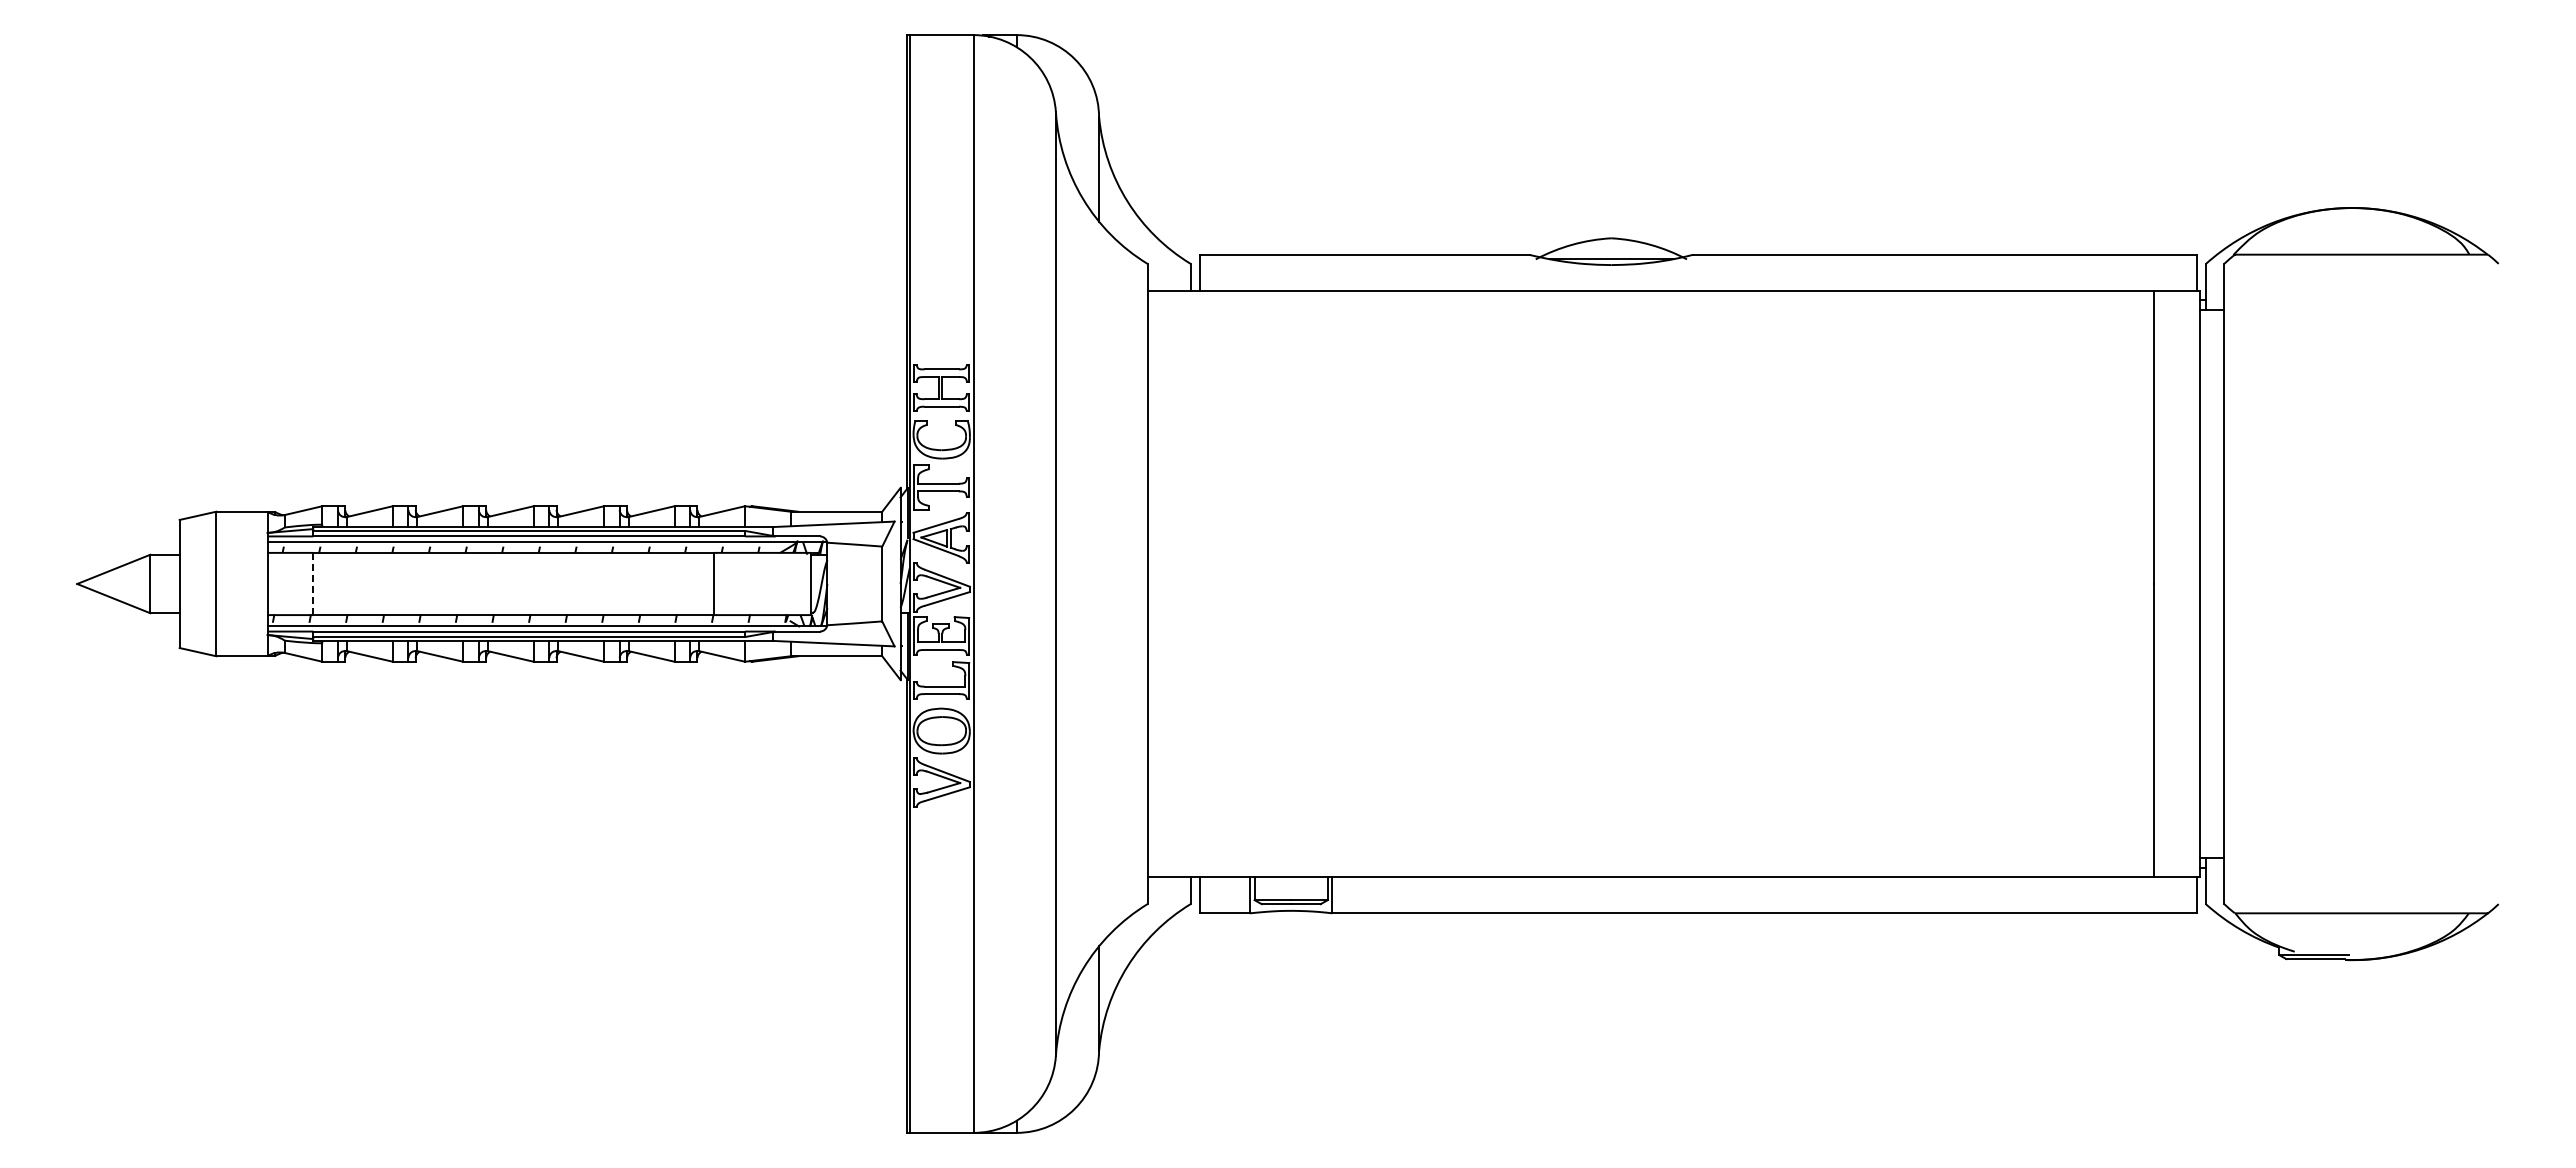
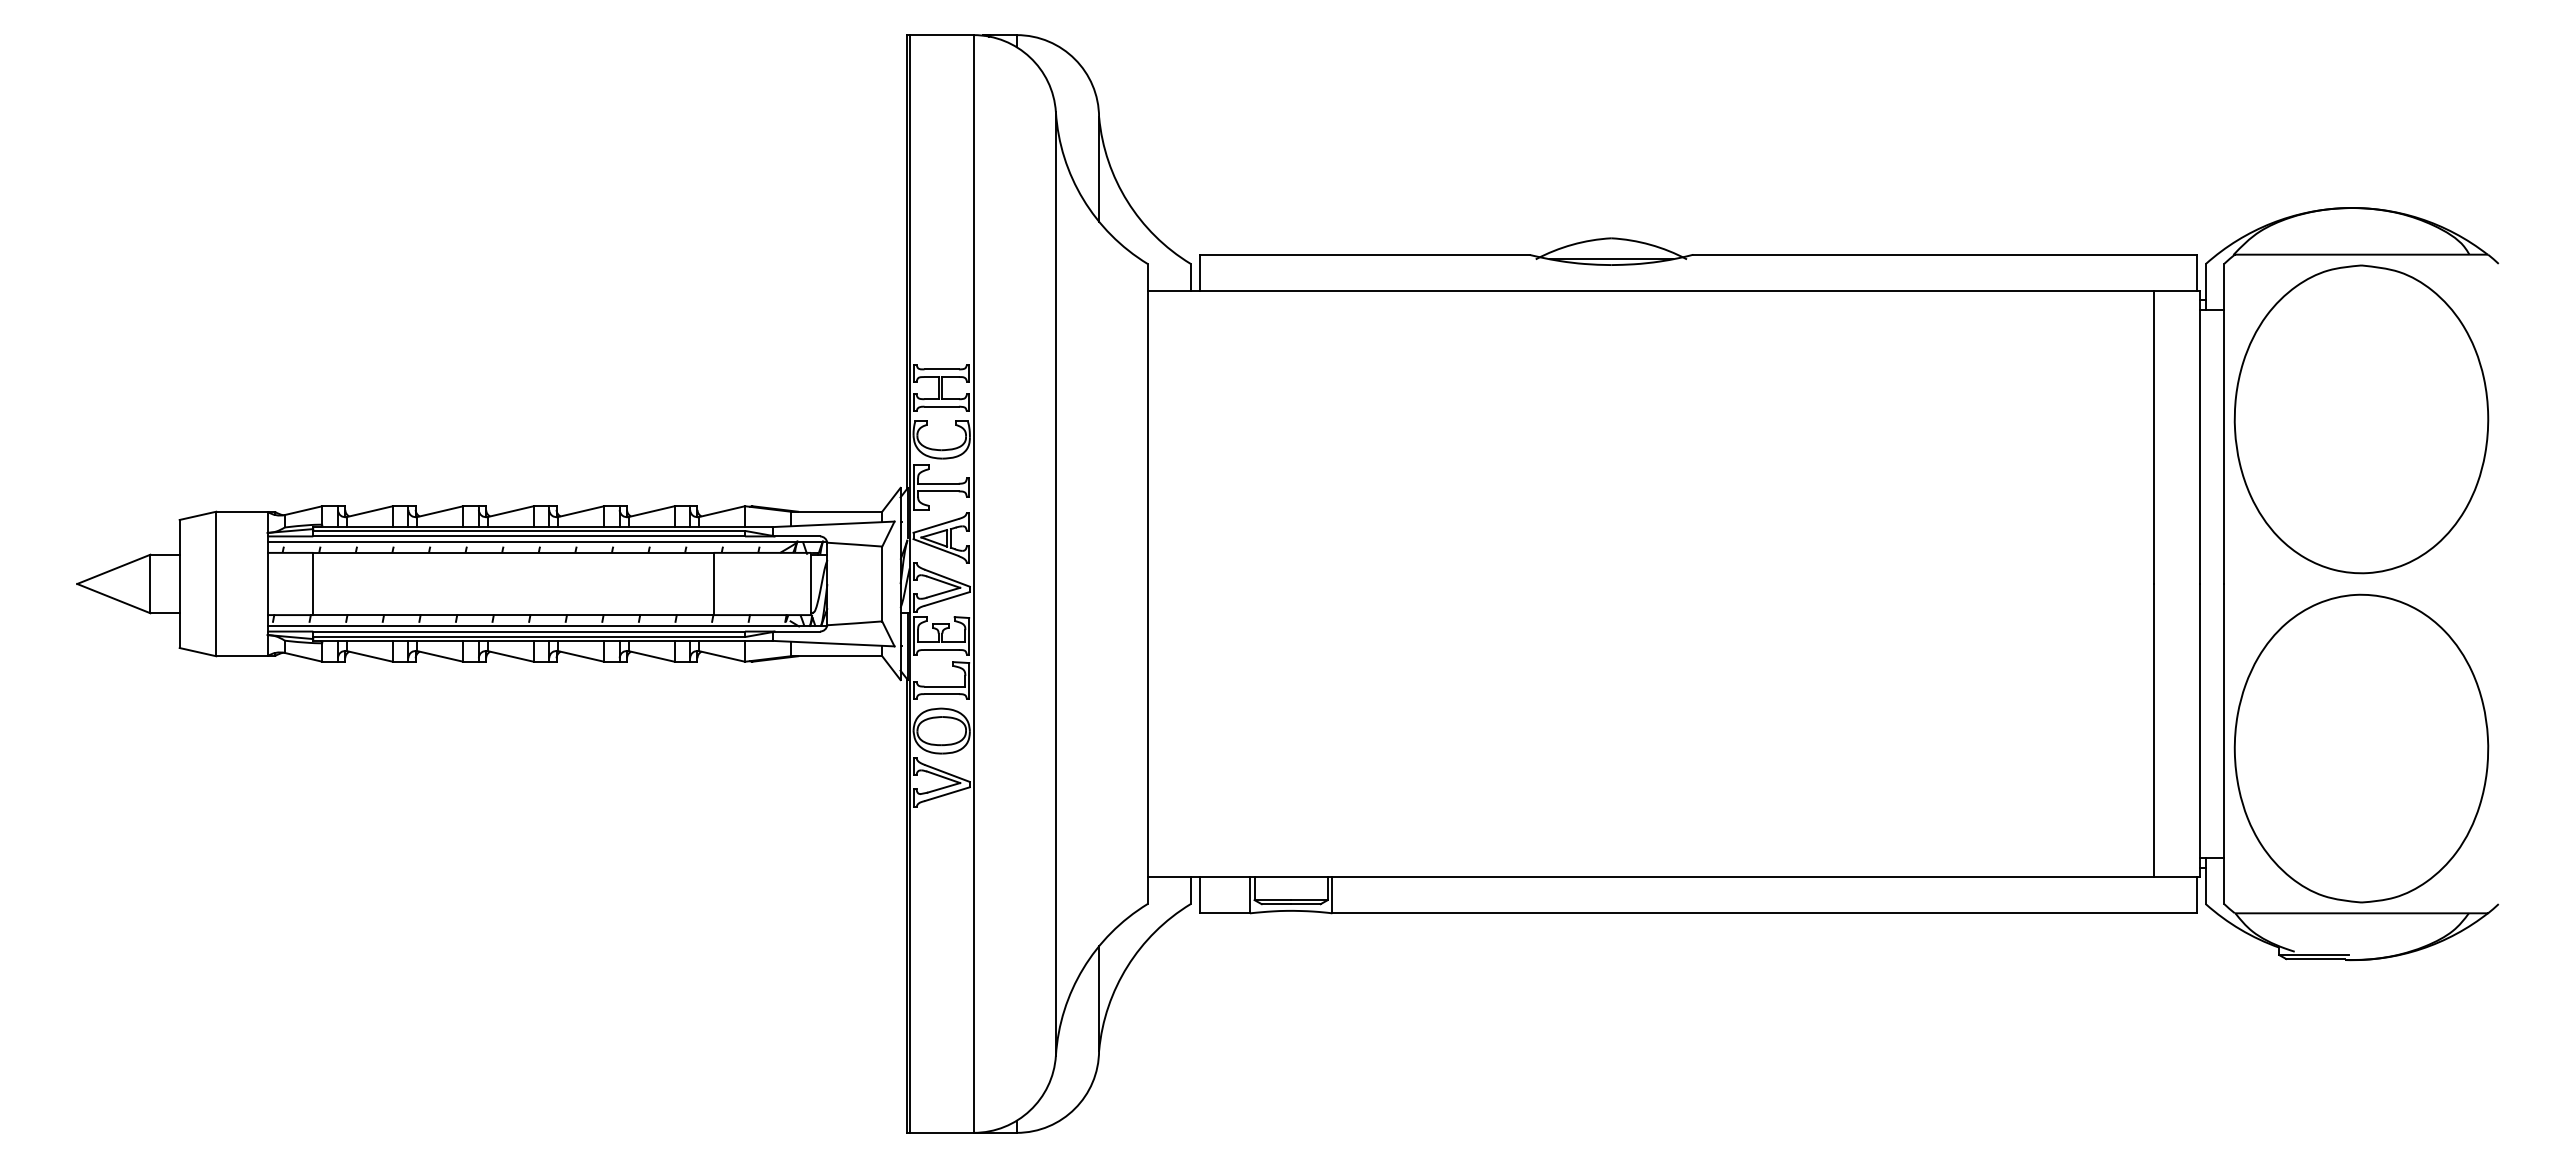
part at (2361, 419): none -> present
line at (313, 584): dashed -> solid
part at (2361, 748): none -> present
